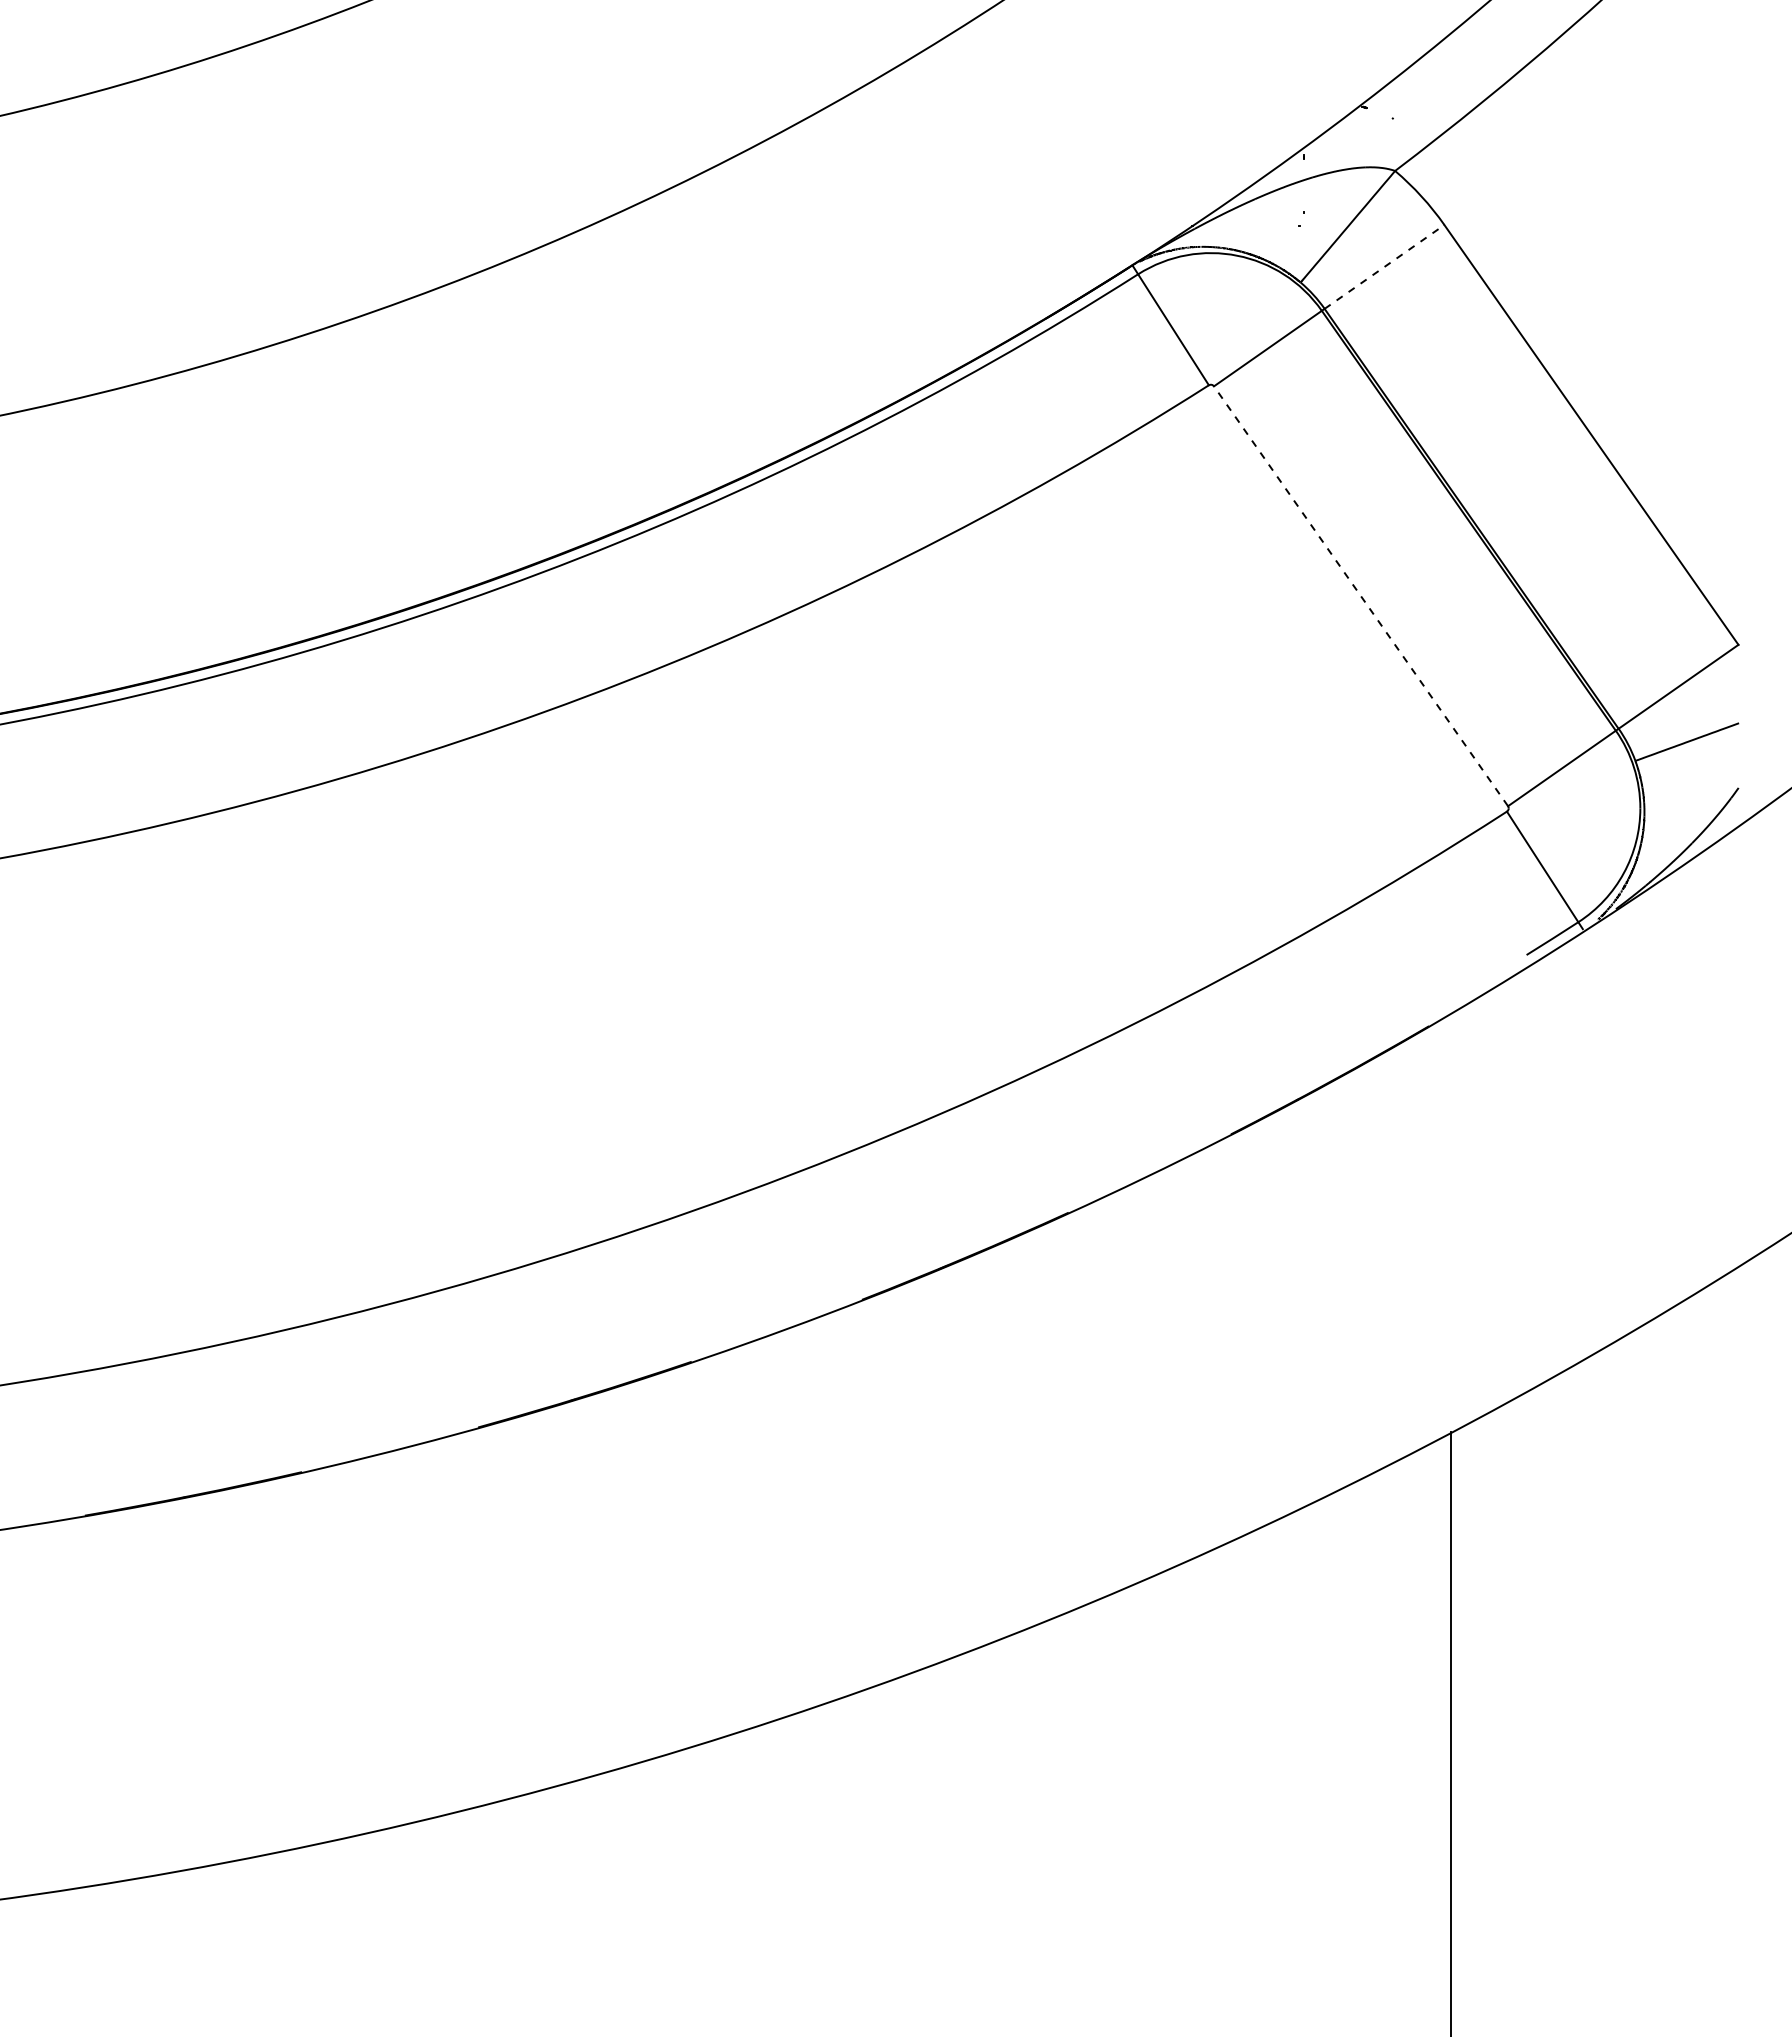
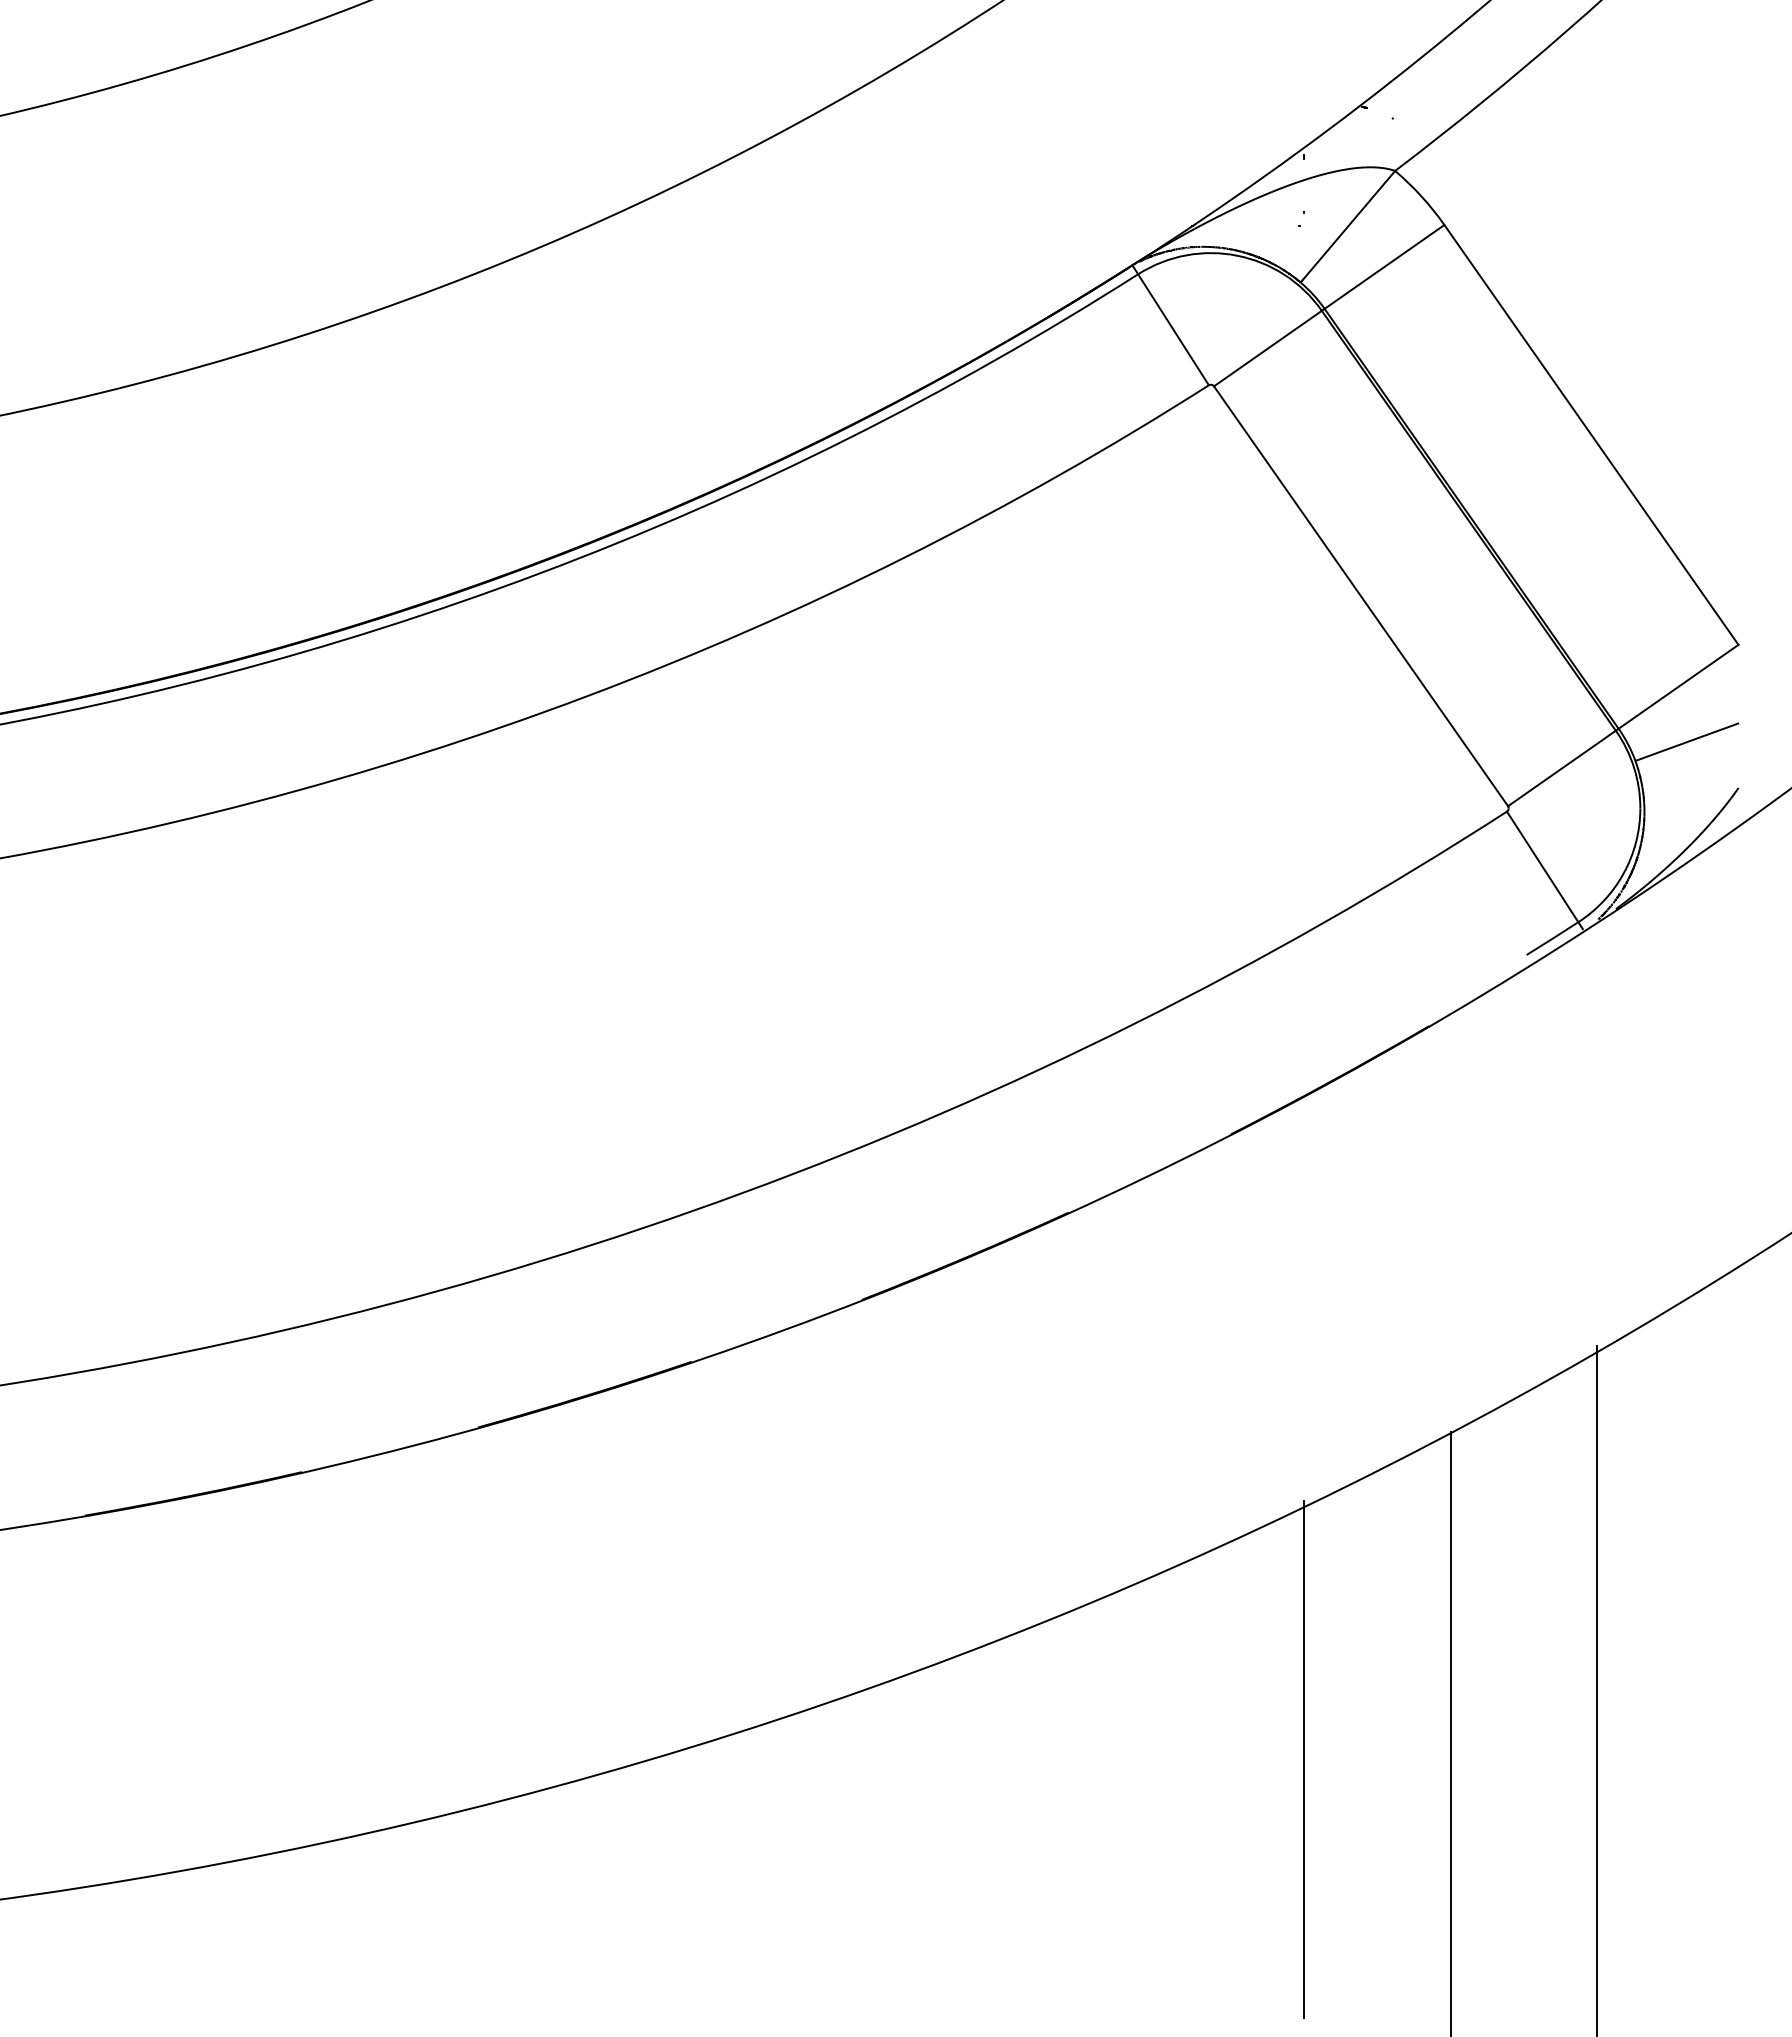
line at (1384, 266): dashed -> solid
line at (1360, 595): dashed -> solid
line at (1597, 1689): none -> present
line at (1304, 1759): none -> present
